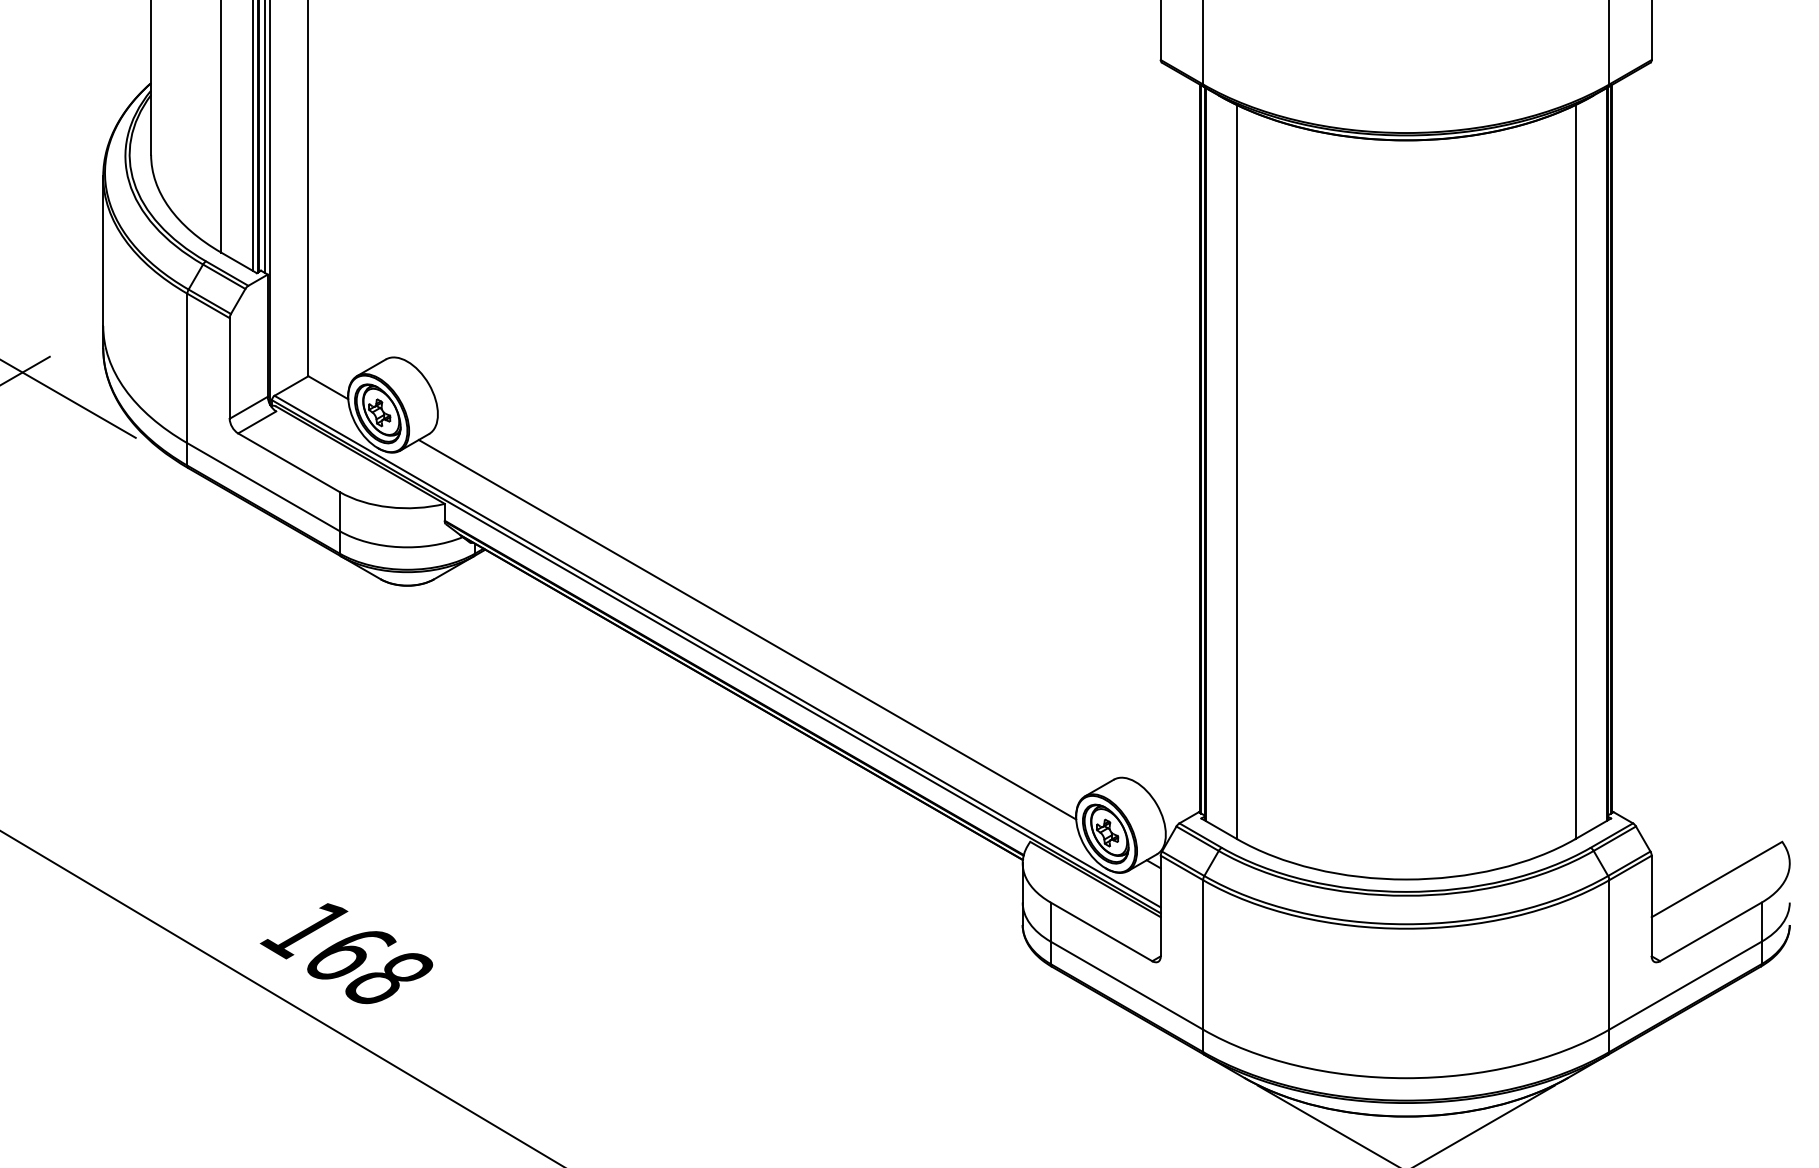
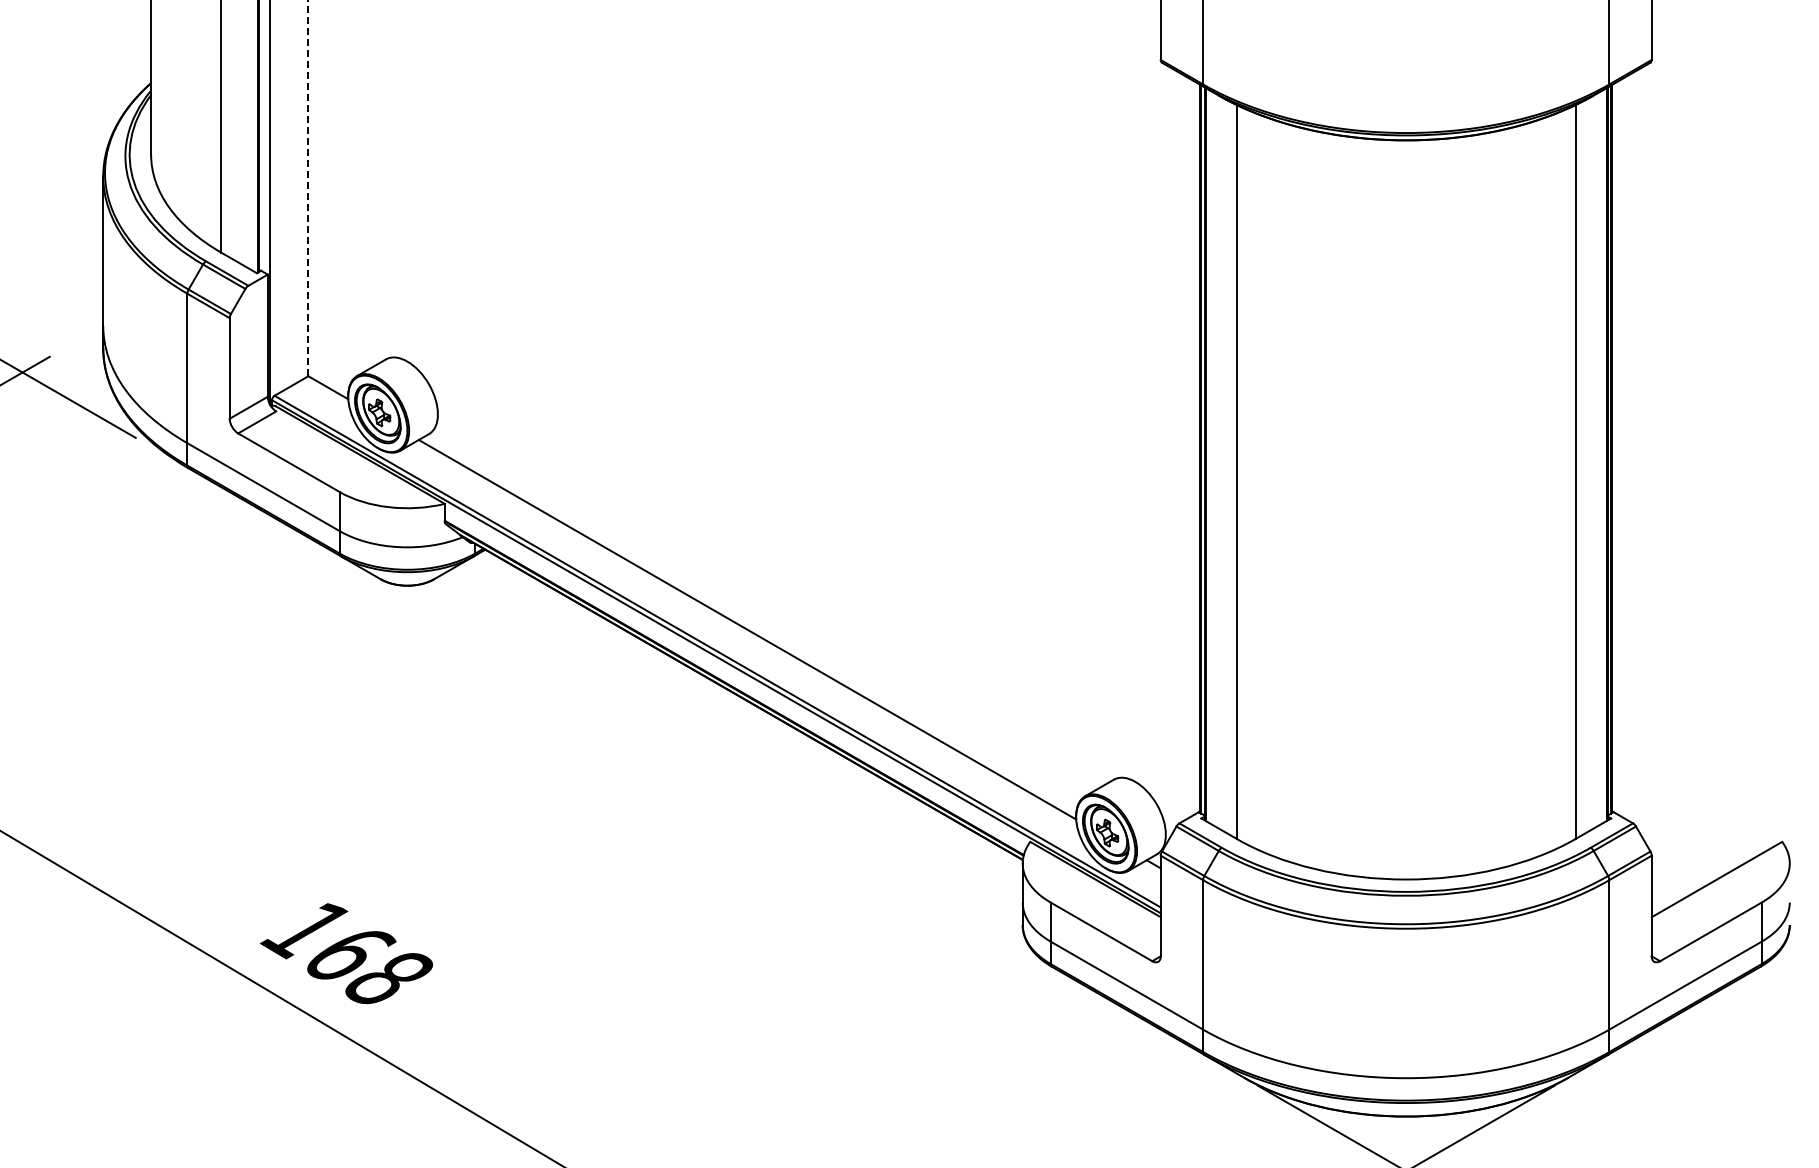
line at (252, 136): present -> none
line at (265, 137): present -> none
line at (308, 188): solid -> dashed
